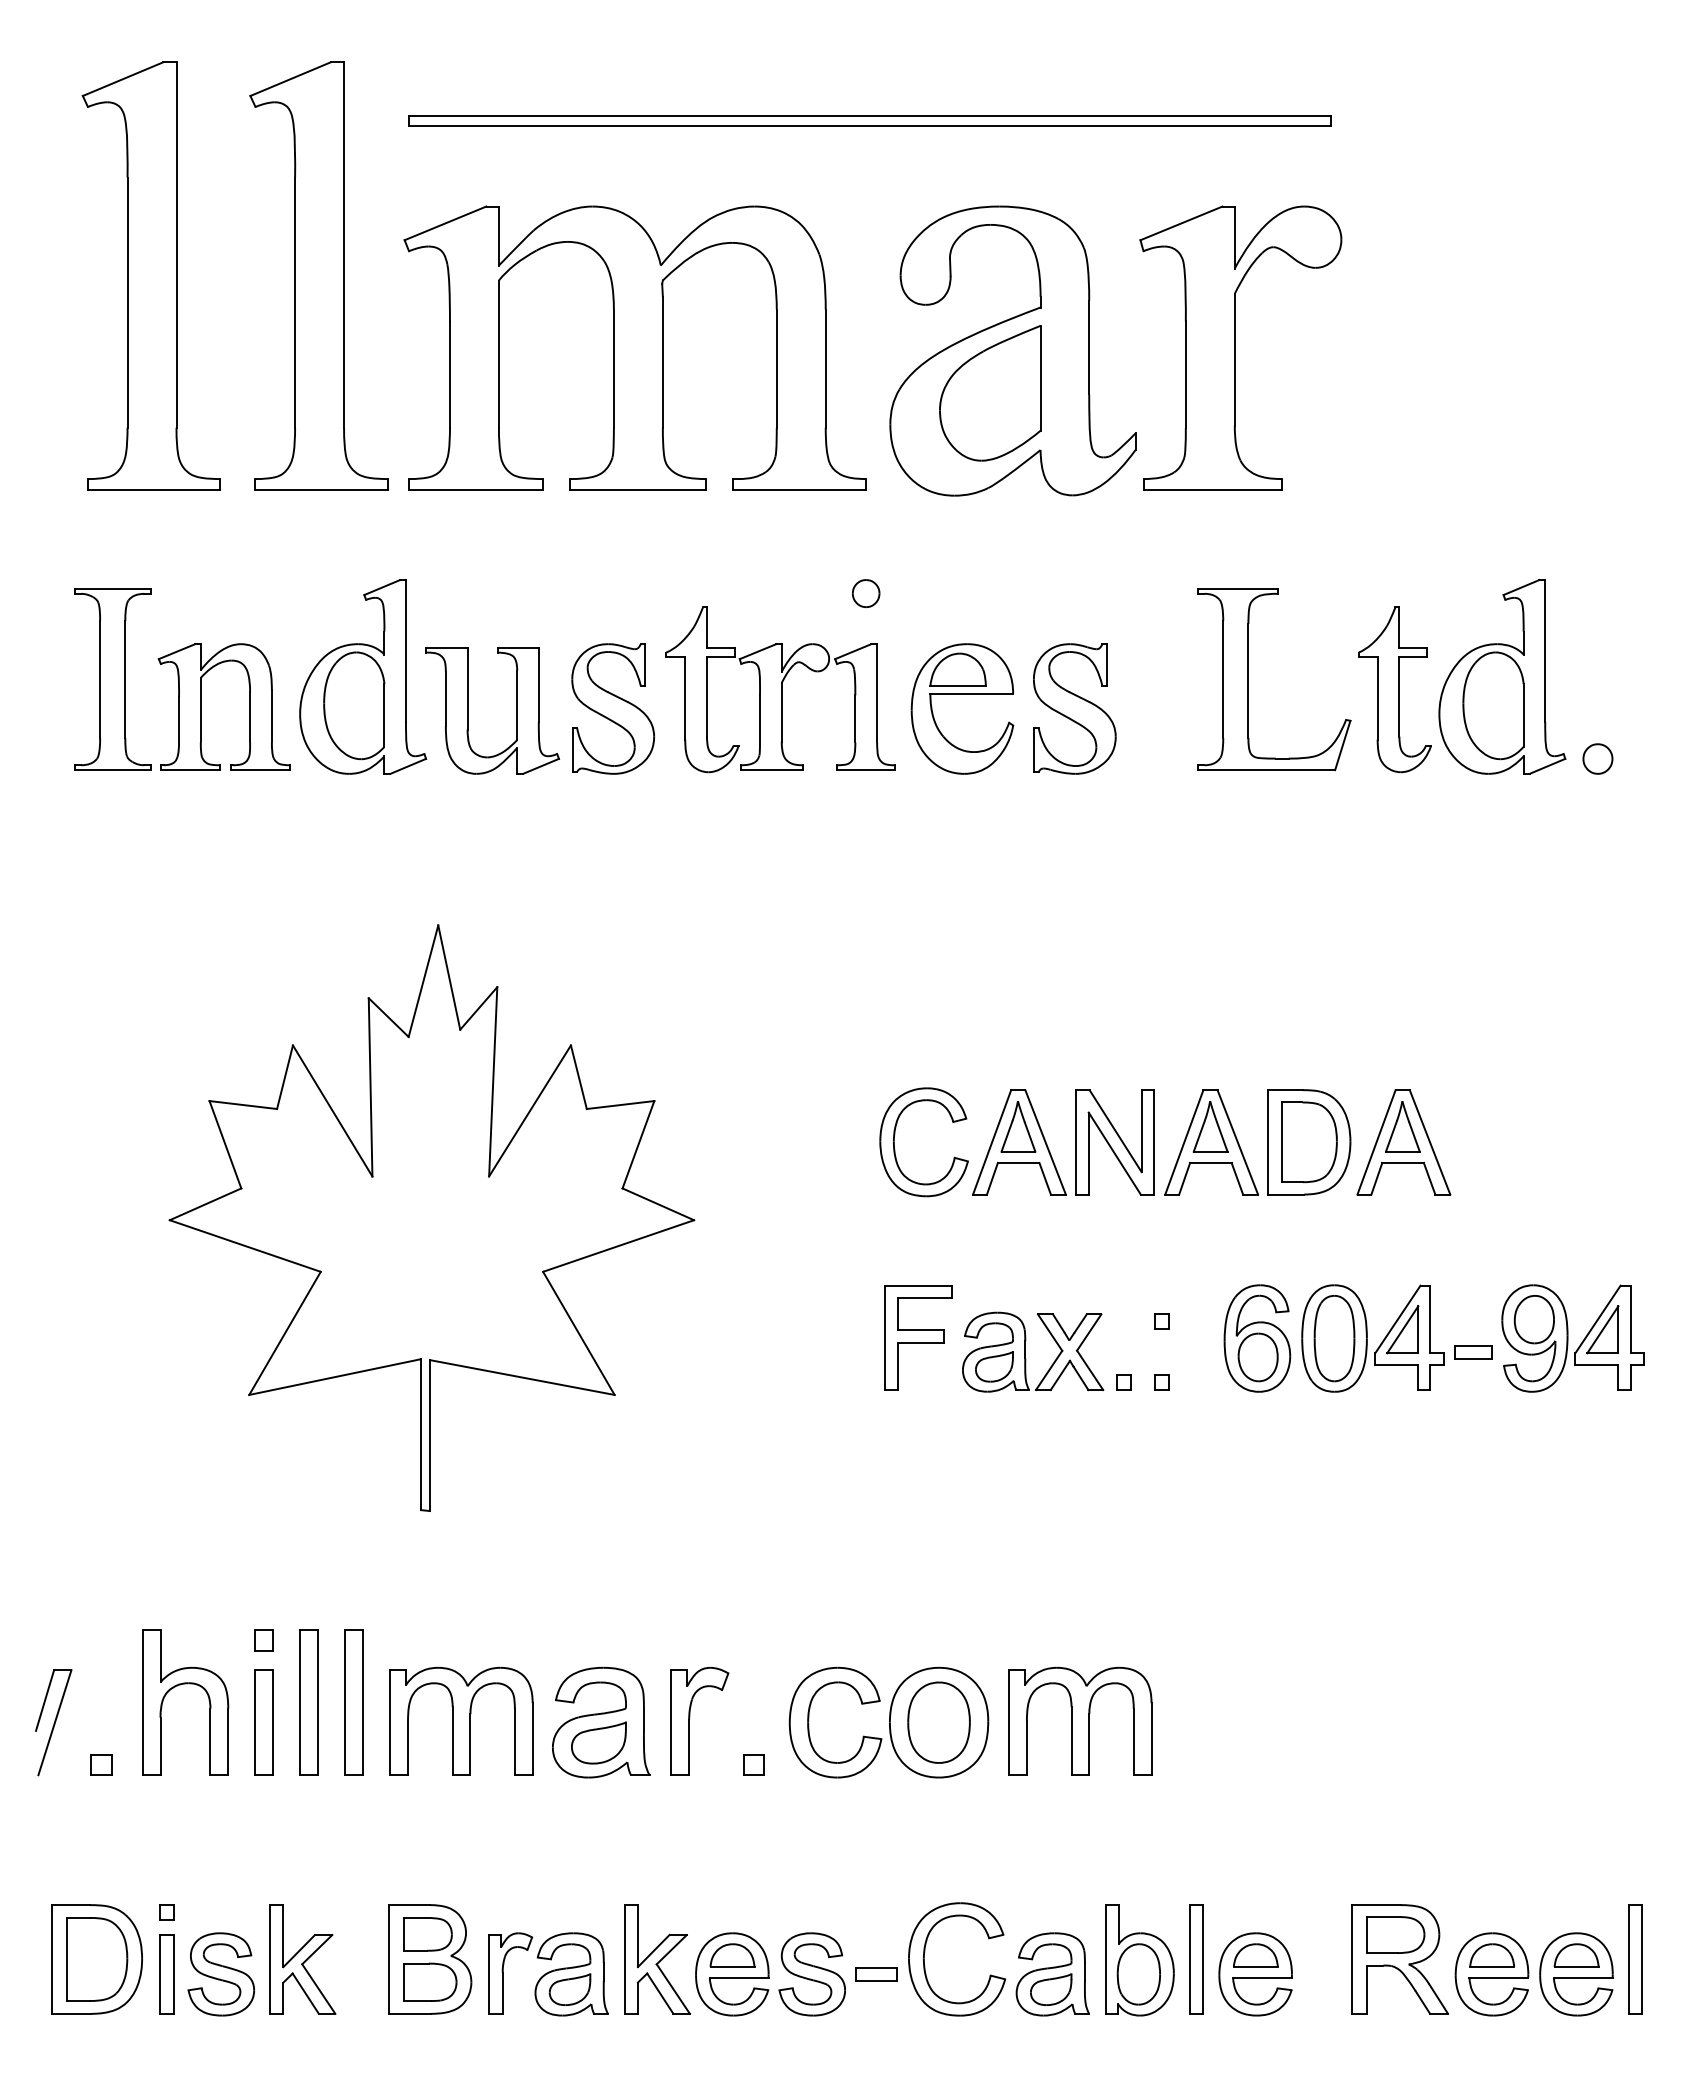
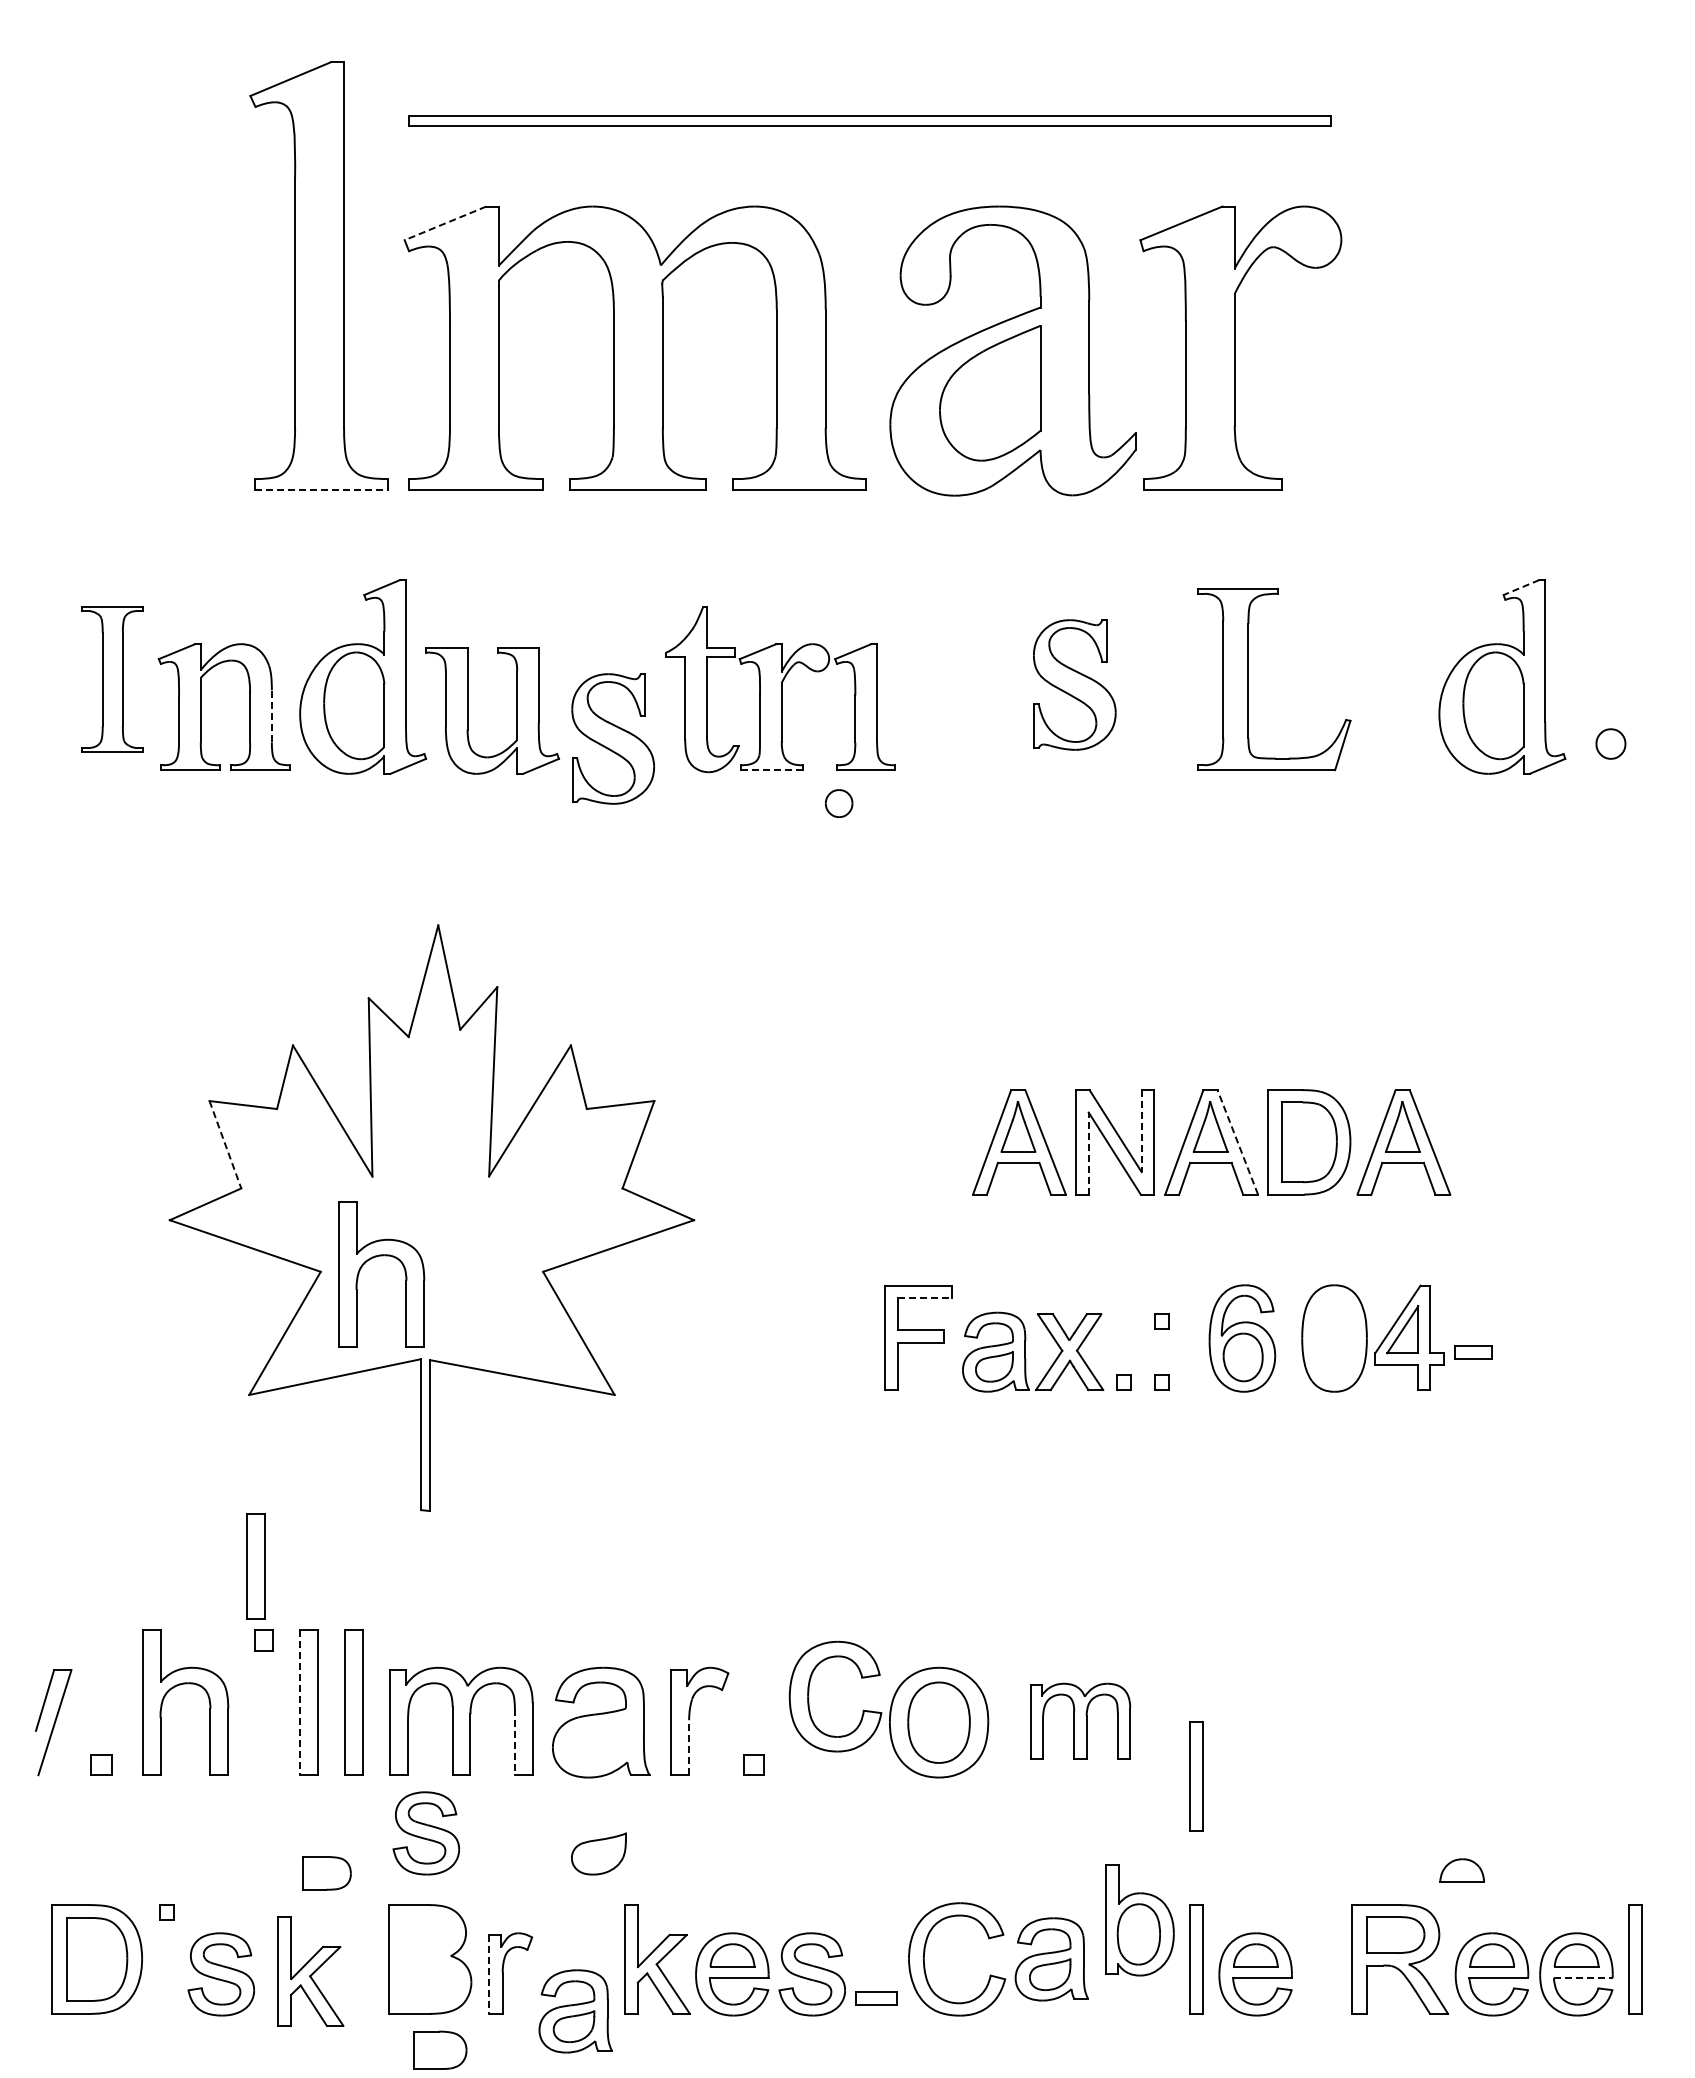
line at (445, 223): solid -> dashed
part at (150, 275): present -> none
line at (321, 490): solid -> dashed
line at (1521, 587): solid -> dashed
part at (866, 593) position: (866, 593) -> (839, 803)
part at (112, 679) size: 78x183 px -> 63x147 px
part at (1394, 689): present -> none
part at (962, 694): present -> none
part at (612, 708) position: (612, 708) -> (612, 738)
part at (1074, 708) position: (1074, 708) -> (1074, 684)
line at (271, 715): solid -> dashed
part at (1597, 758) position: (1597, 758) -> (1610, 743)
line at (771, 770): solid -> dashed
line at (1141, 1131): solid -> dashed
part at (895, 1135): present -> none
line at (1237, 1142): solid -> dashed
line at (225, 1145): solid -> dashed
line at (1088, 1153): solid -> dashed
part at (376, 1257): none -> present
line at (924, 1298): solid -> dashed
part at (1257, 1338) position: (1257, 1338) -> (1242, 1338)
part at (1334, 1338): present -> none
part at (1572, 1338): present -> none
line at (299, 1703): solid -> dashed
part at (1080, 1720) size: 145x110 px -> 102x78 px
part at (263, 1722) position: (263, 1722) -> (255, 1566)
part at (809, 1724) position: (809, 1724) -> (809, 1698)
line at (514, 1742): solid -> dashed
part at (598, 1742) position: (598, 1742) -> (598, 1853)
line at (689, 1747): solid -> dashed
part at (1196, 1776): none -> present
part at (425, 1833): none -> present
part at (1461, 1870): none -> present
part at (427, 1934) position: (427, 1934) -> (326, 1873)
part at (302, 1959) position: (302, 1959) -> (310, 1971)
part at (1139, 1960) position: (1139, 1960) -> (1139, 1920)
part at (166, 1974): present -> none
line at (489, 1974): solid -> dashed
part at (571, 1974) position: (571, 1974) -> (575, 2011)
part at (876, 1974) position: (876, 1974) -> (876, 1998)
part at (1052, 1974) position: (1052, 1974) -> (1051, 1959)
line at (1583, 1977): solid -> dashed
part at (430, 1981) position: (430, 1981) -> (440, 2049)
